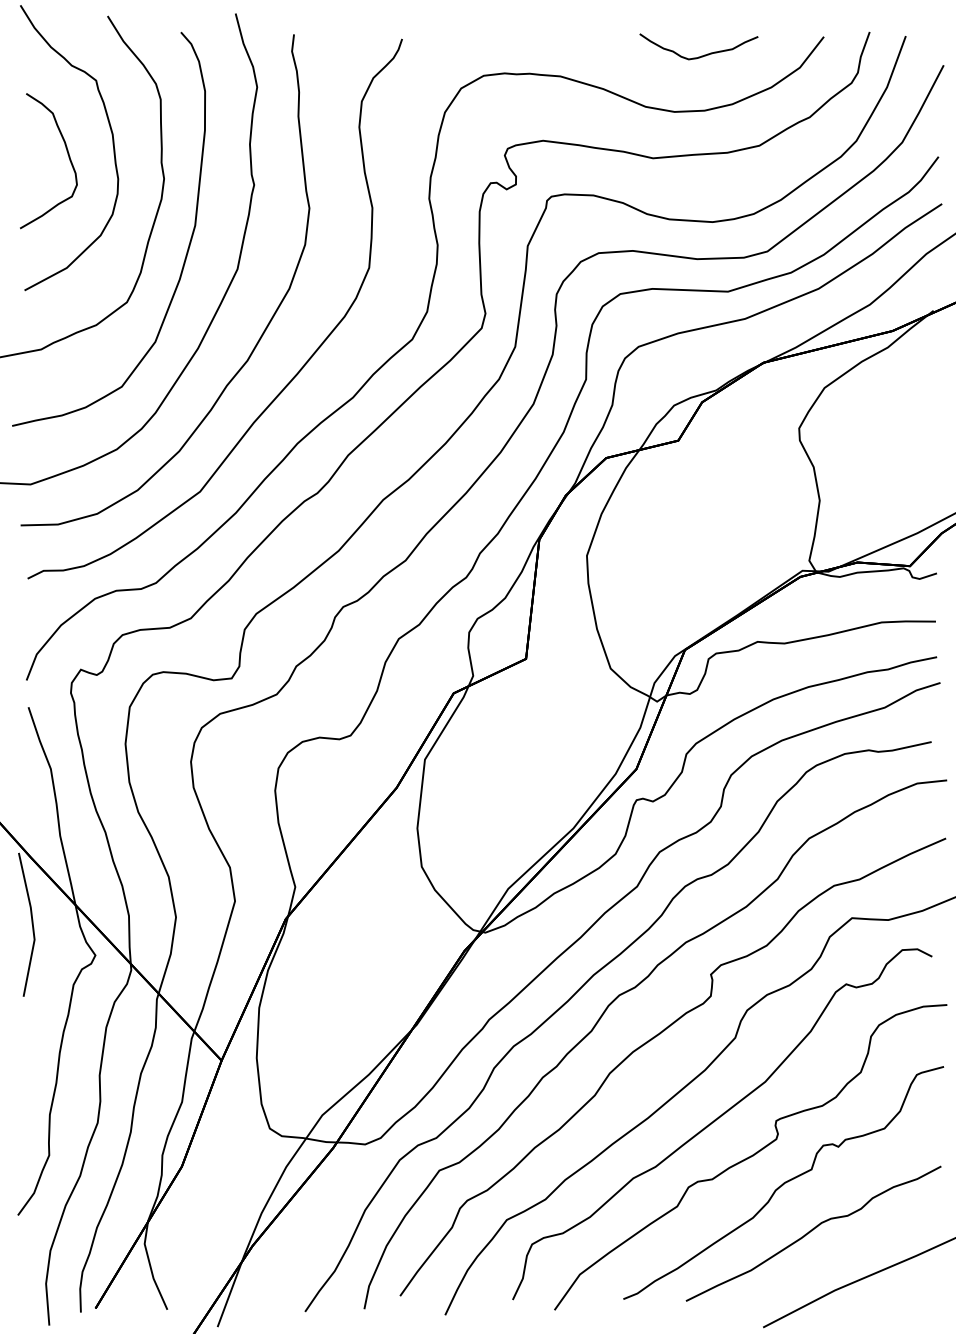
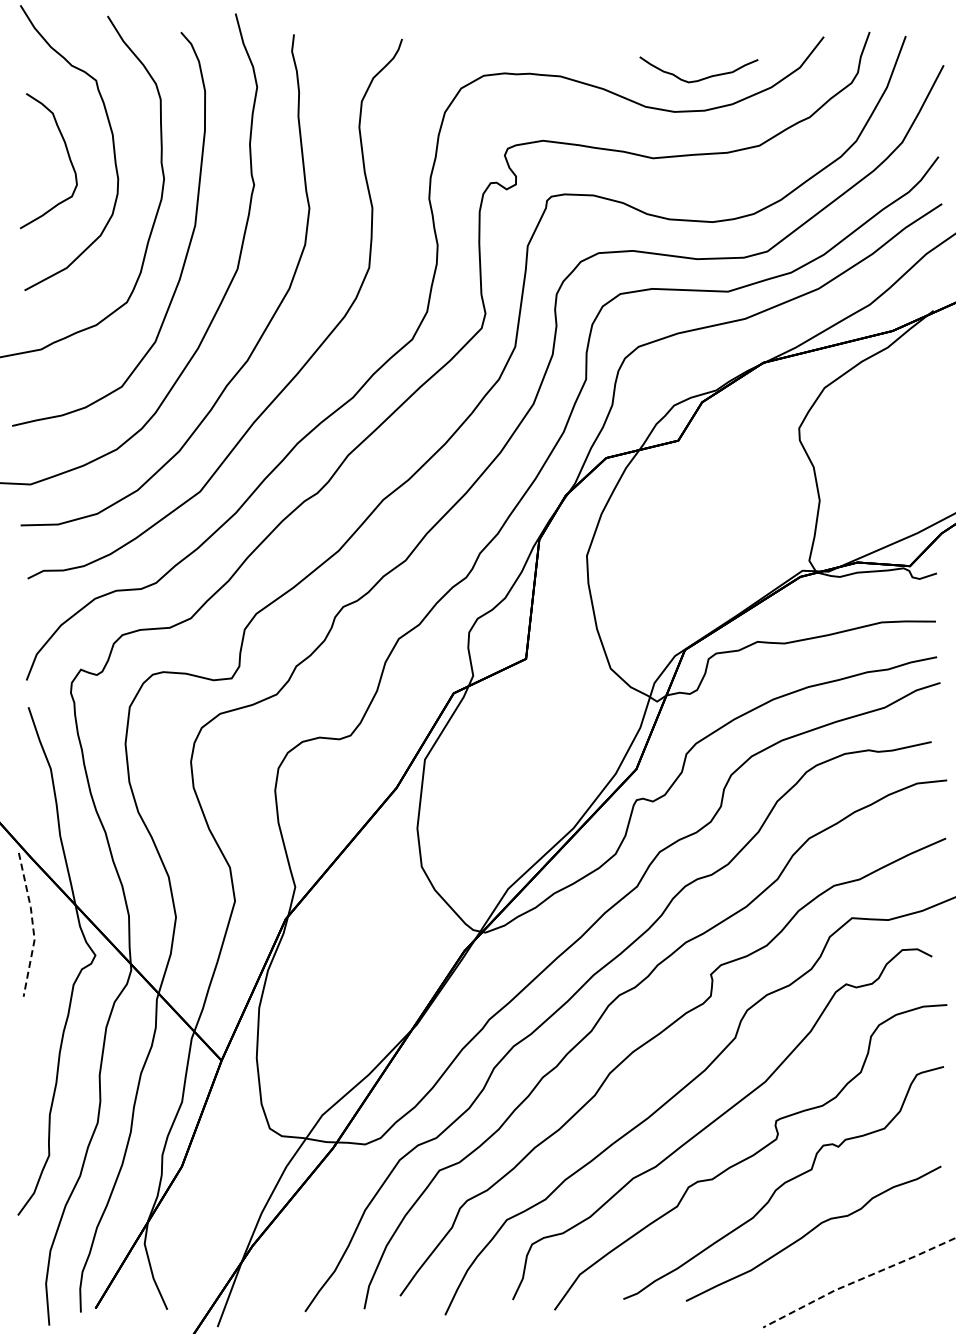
curve at (701, 55) position: (701, 55) -> (701, 78)
line at (32, 925): solid -> dashed
line at (857, 1280): solid -> dashed
